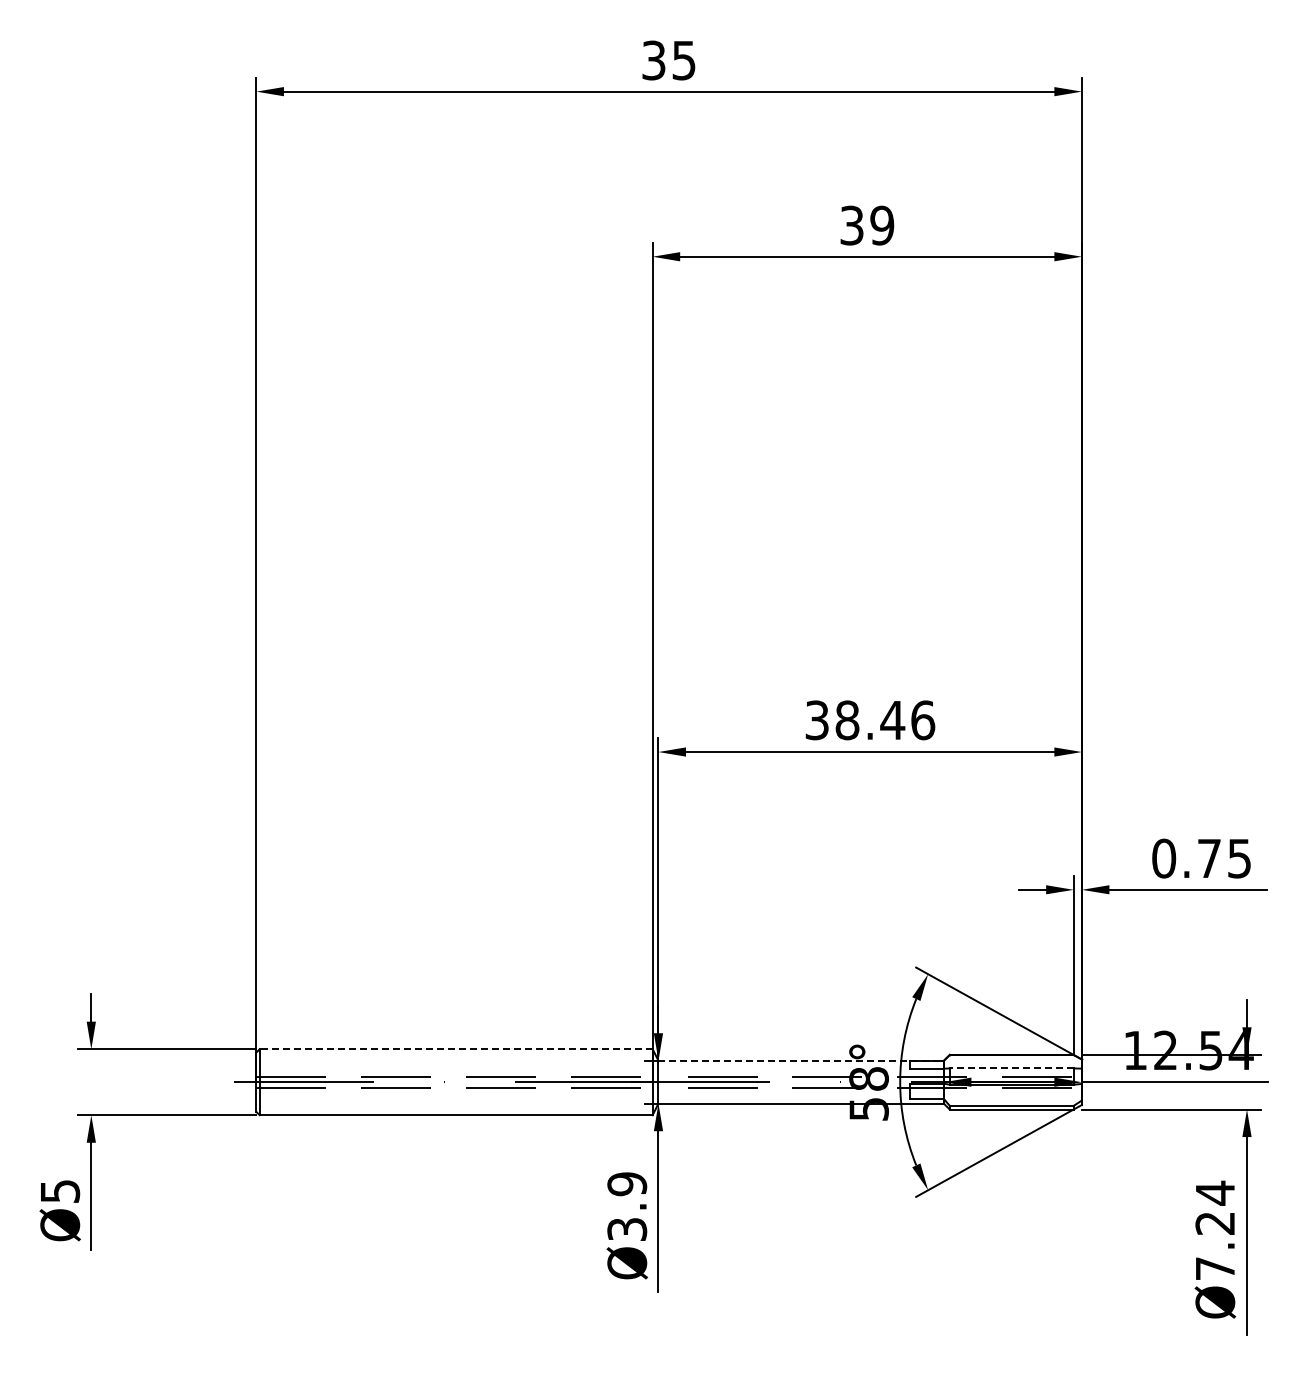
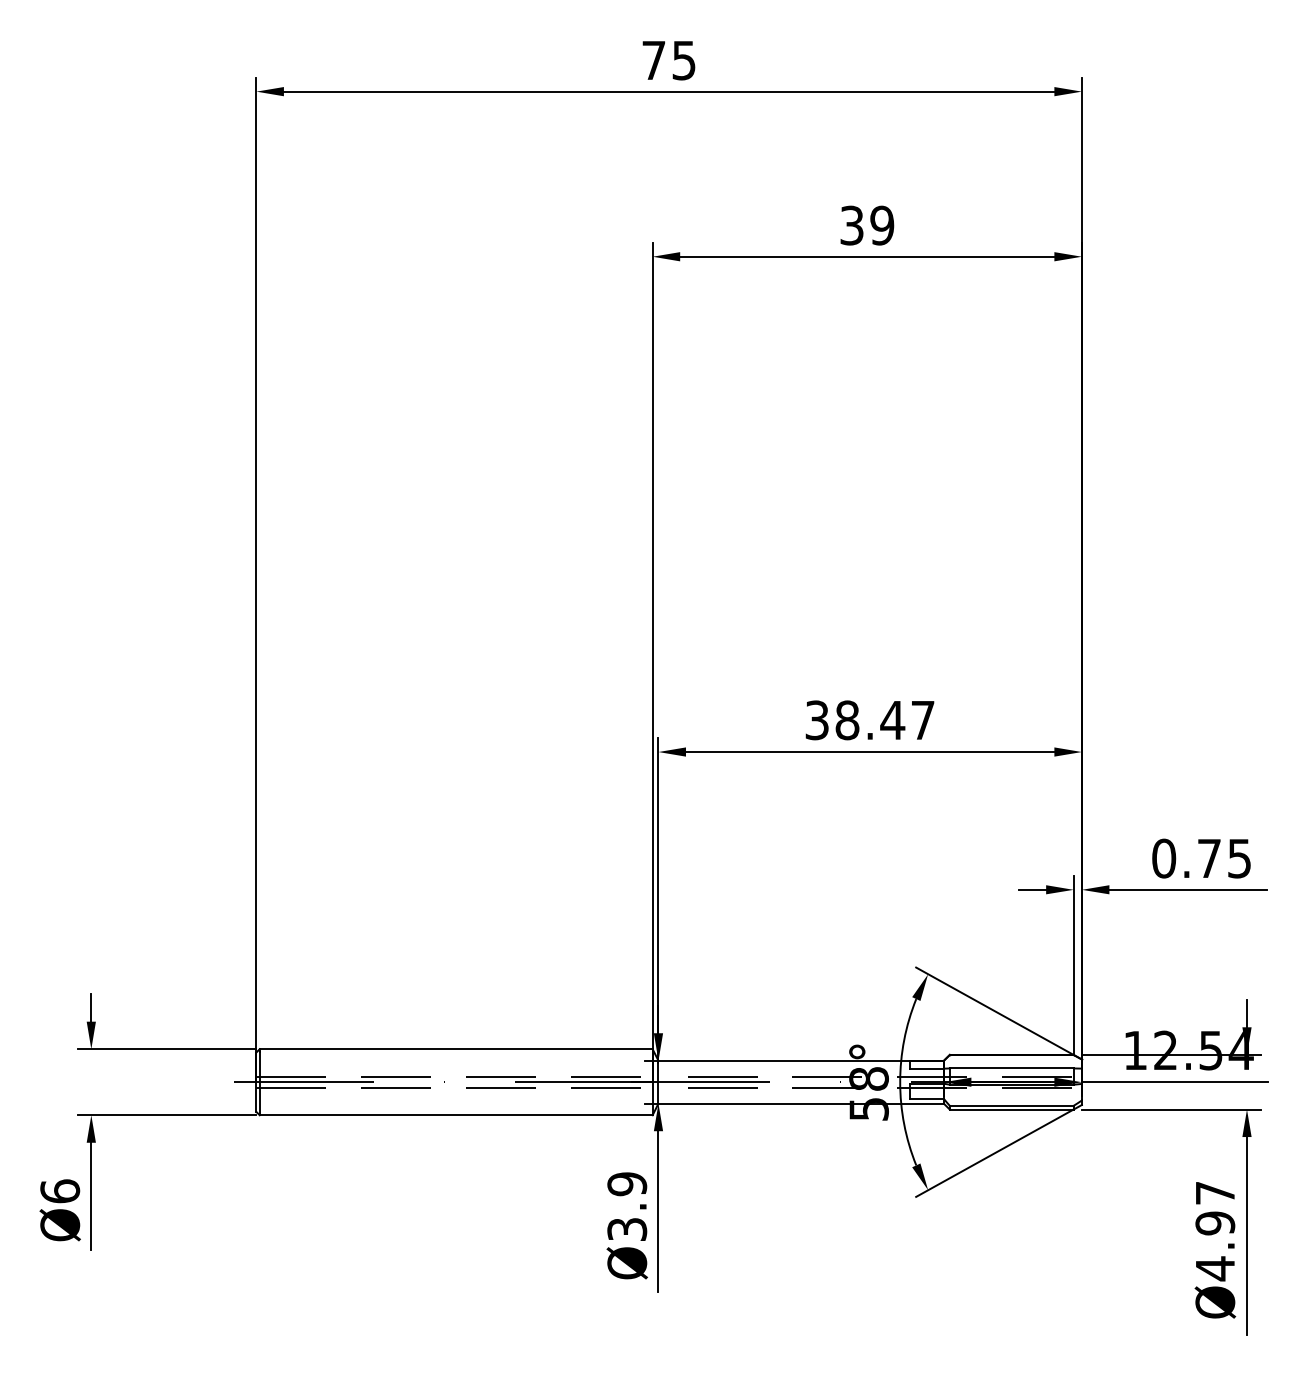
text at (653, 60): 35 -> 75
text at (923, 720): 38.46 -> 38.47
line at (455, 1049): dashed -> solid
line at (801, 1060): dashed -> solid
line at (1011, 1068): dashed -> solid
text at (60, 1191): Ø5 -> Ø6
text at (1215, 1230): Ø7.24 -> Ø4.97
